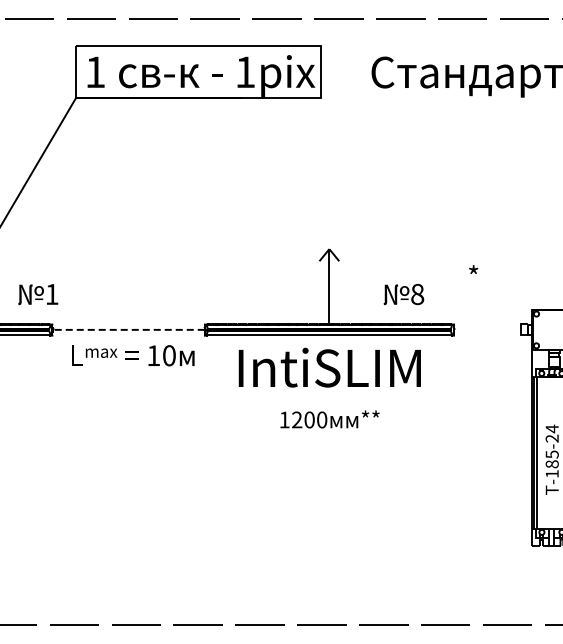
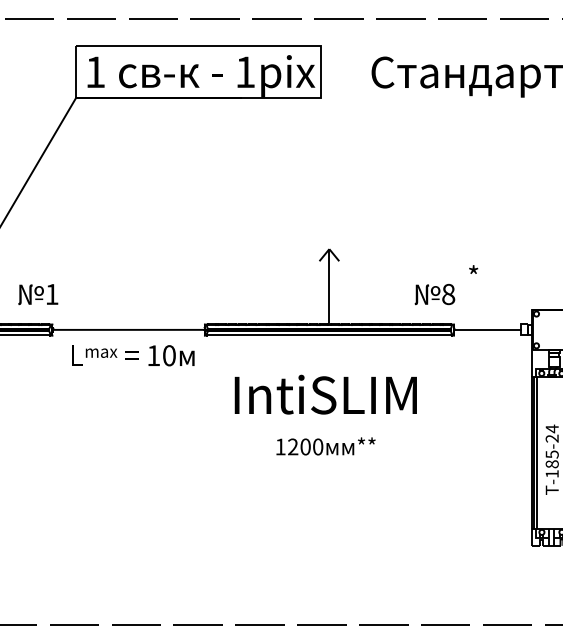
text at (403, 294) position: (403, 294) -> (434, 294)
line at (128, 329): dashed -> solid
line at (487, 329): none -> present
text at (329, 387) position: (329, 387) -> (325, 414)
